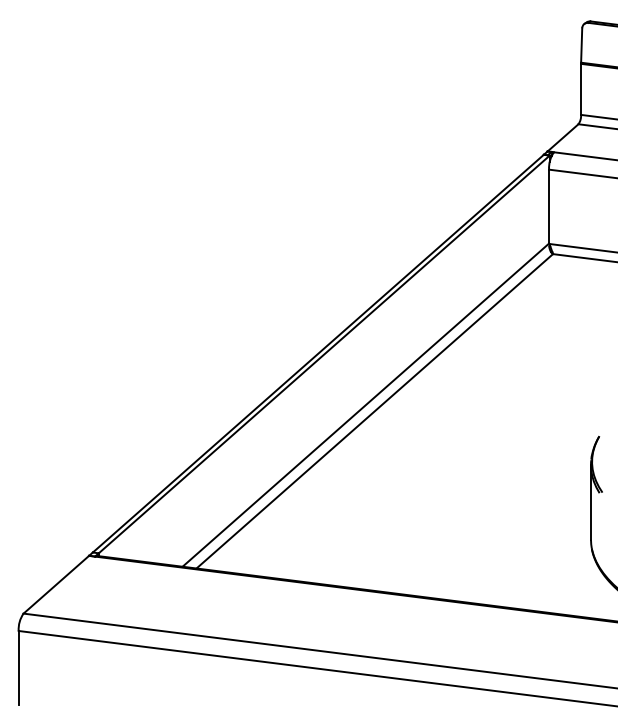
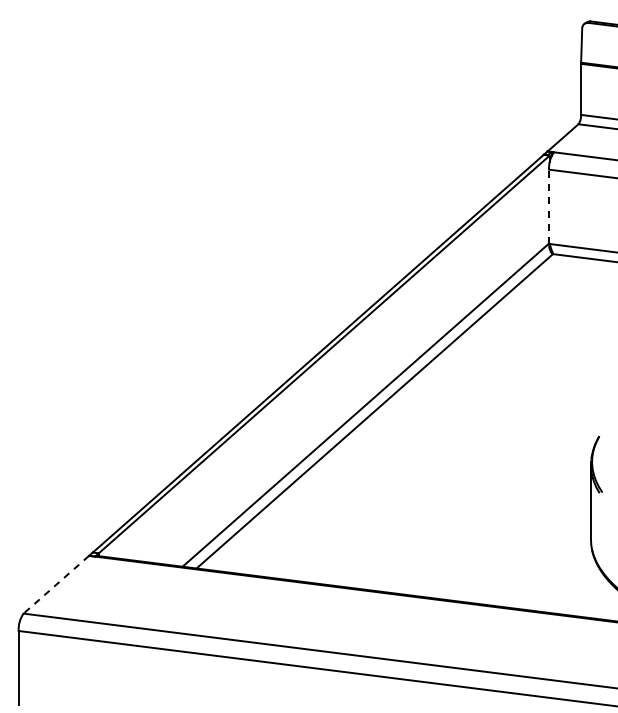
line at (549, 206): solid -> dashed
line at (56, 584): solid -> dashed
